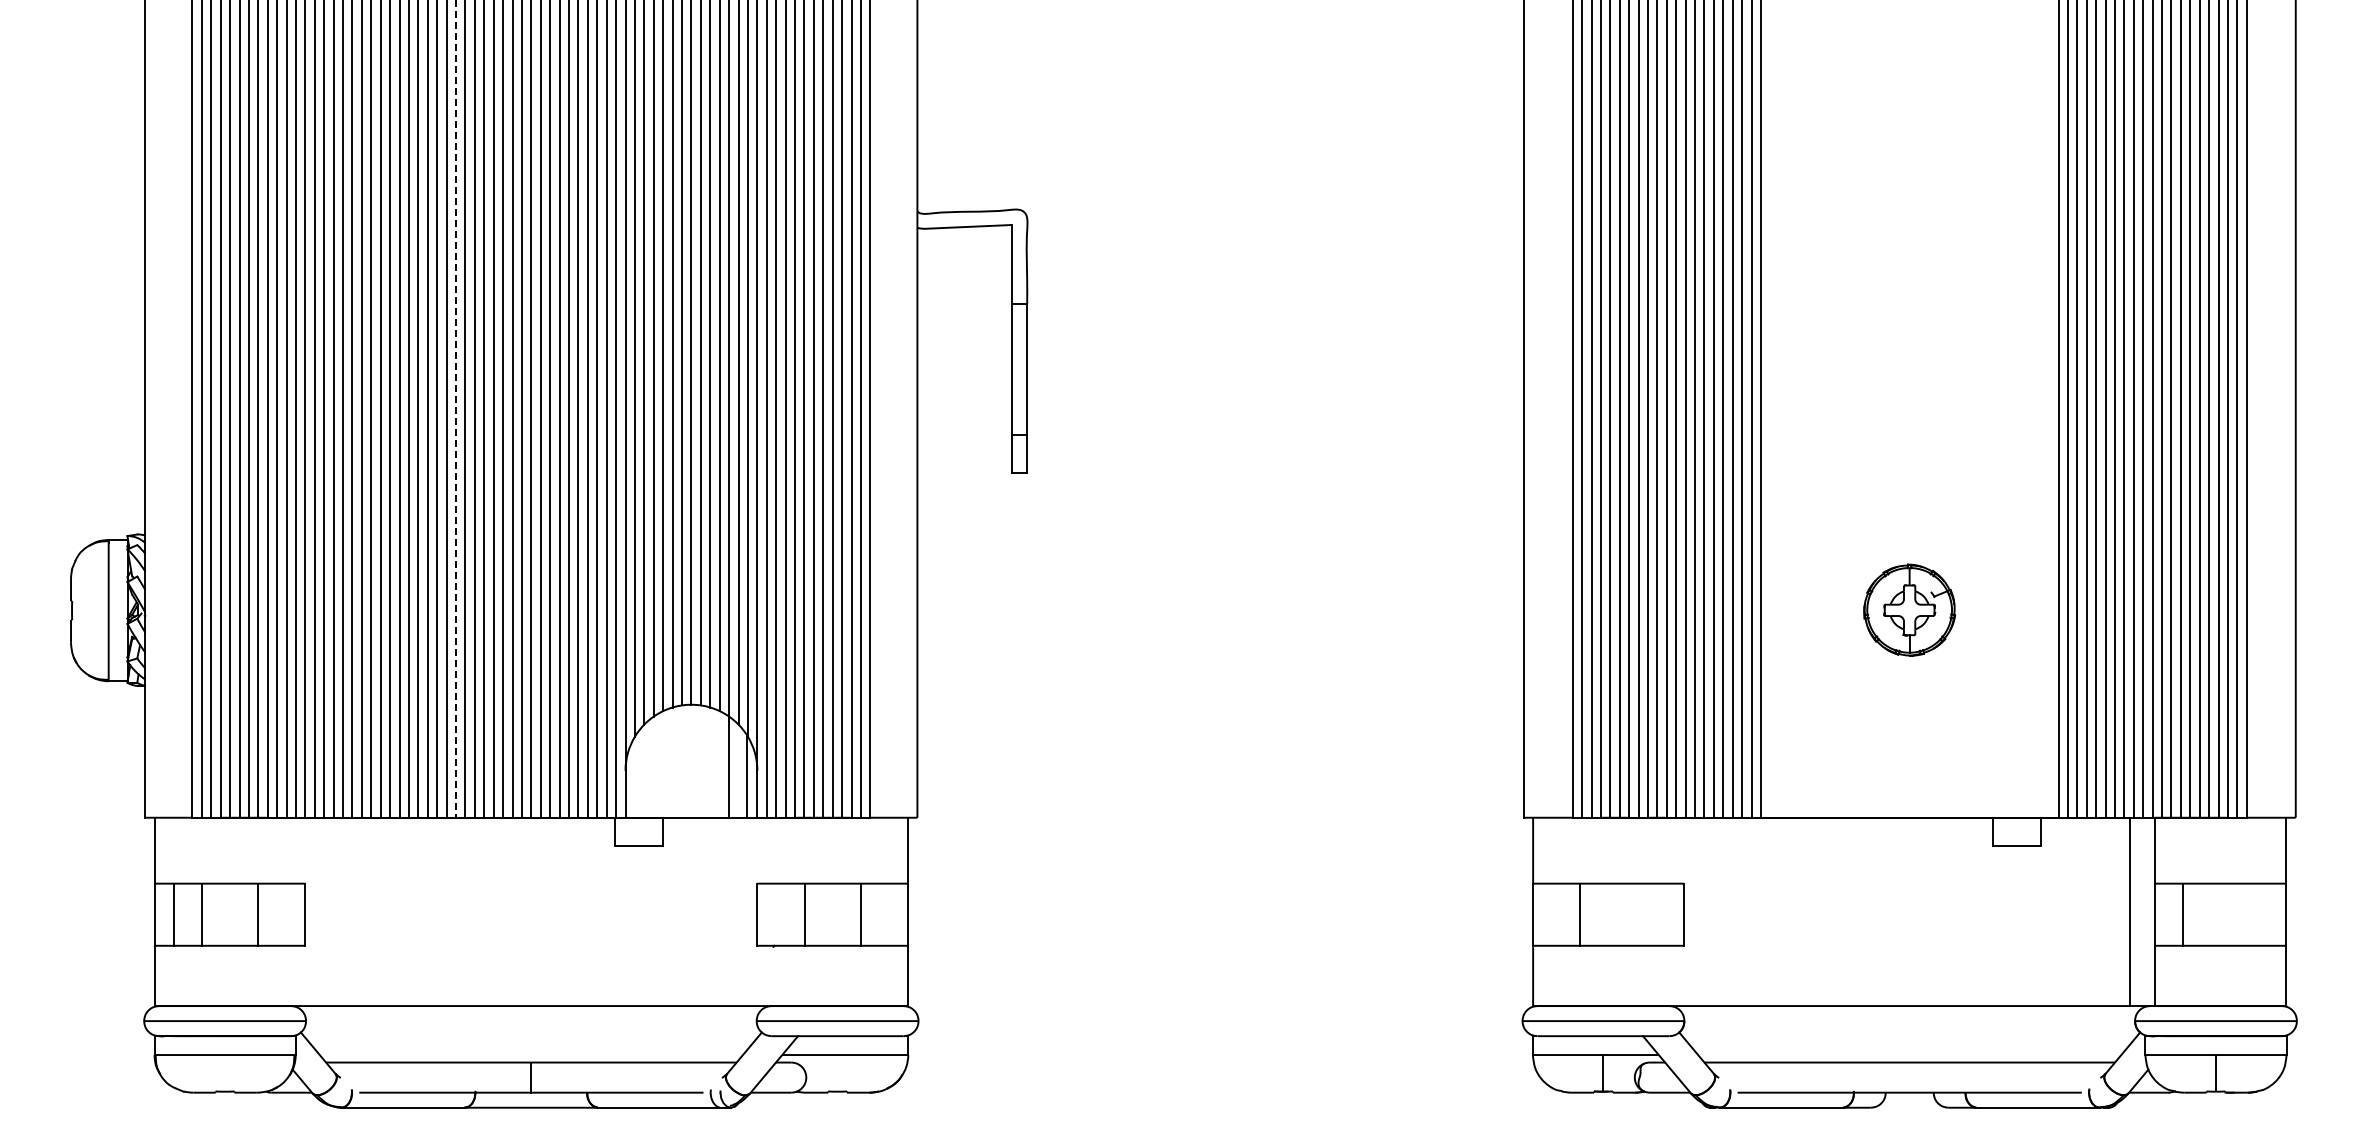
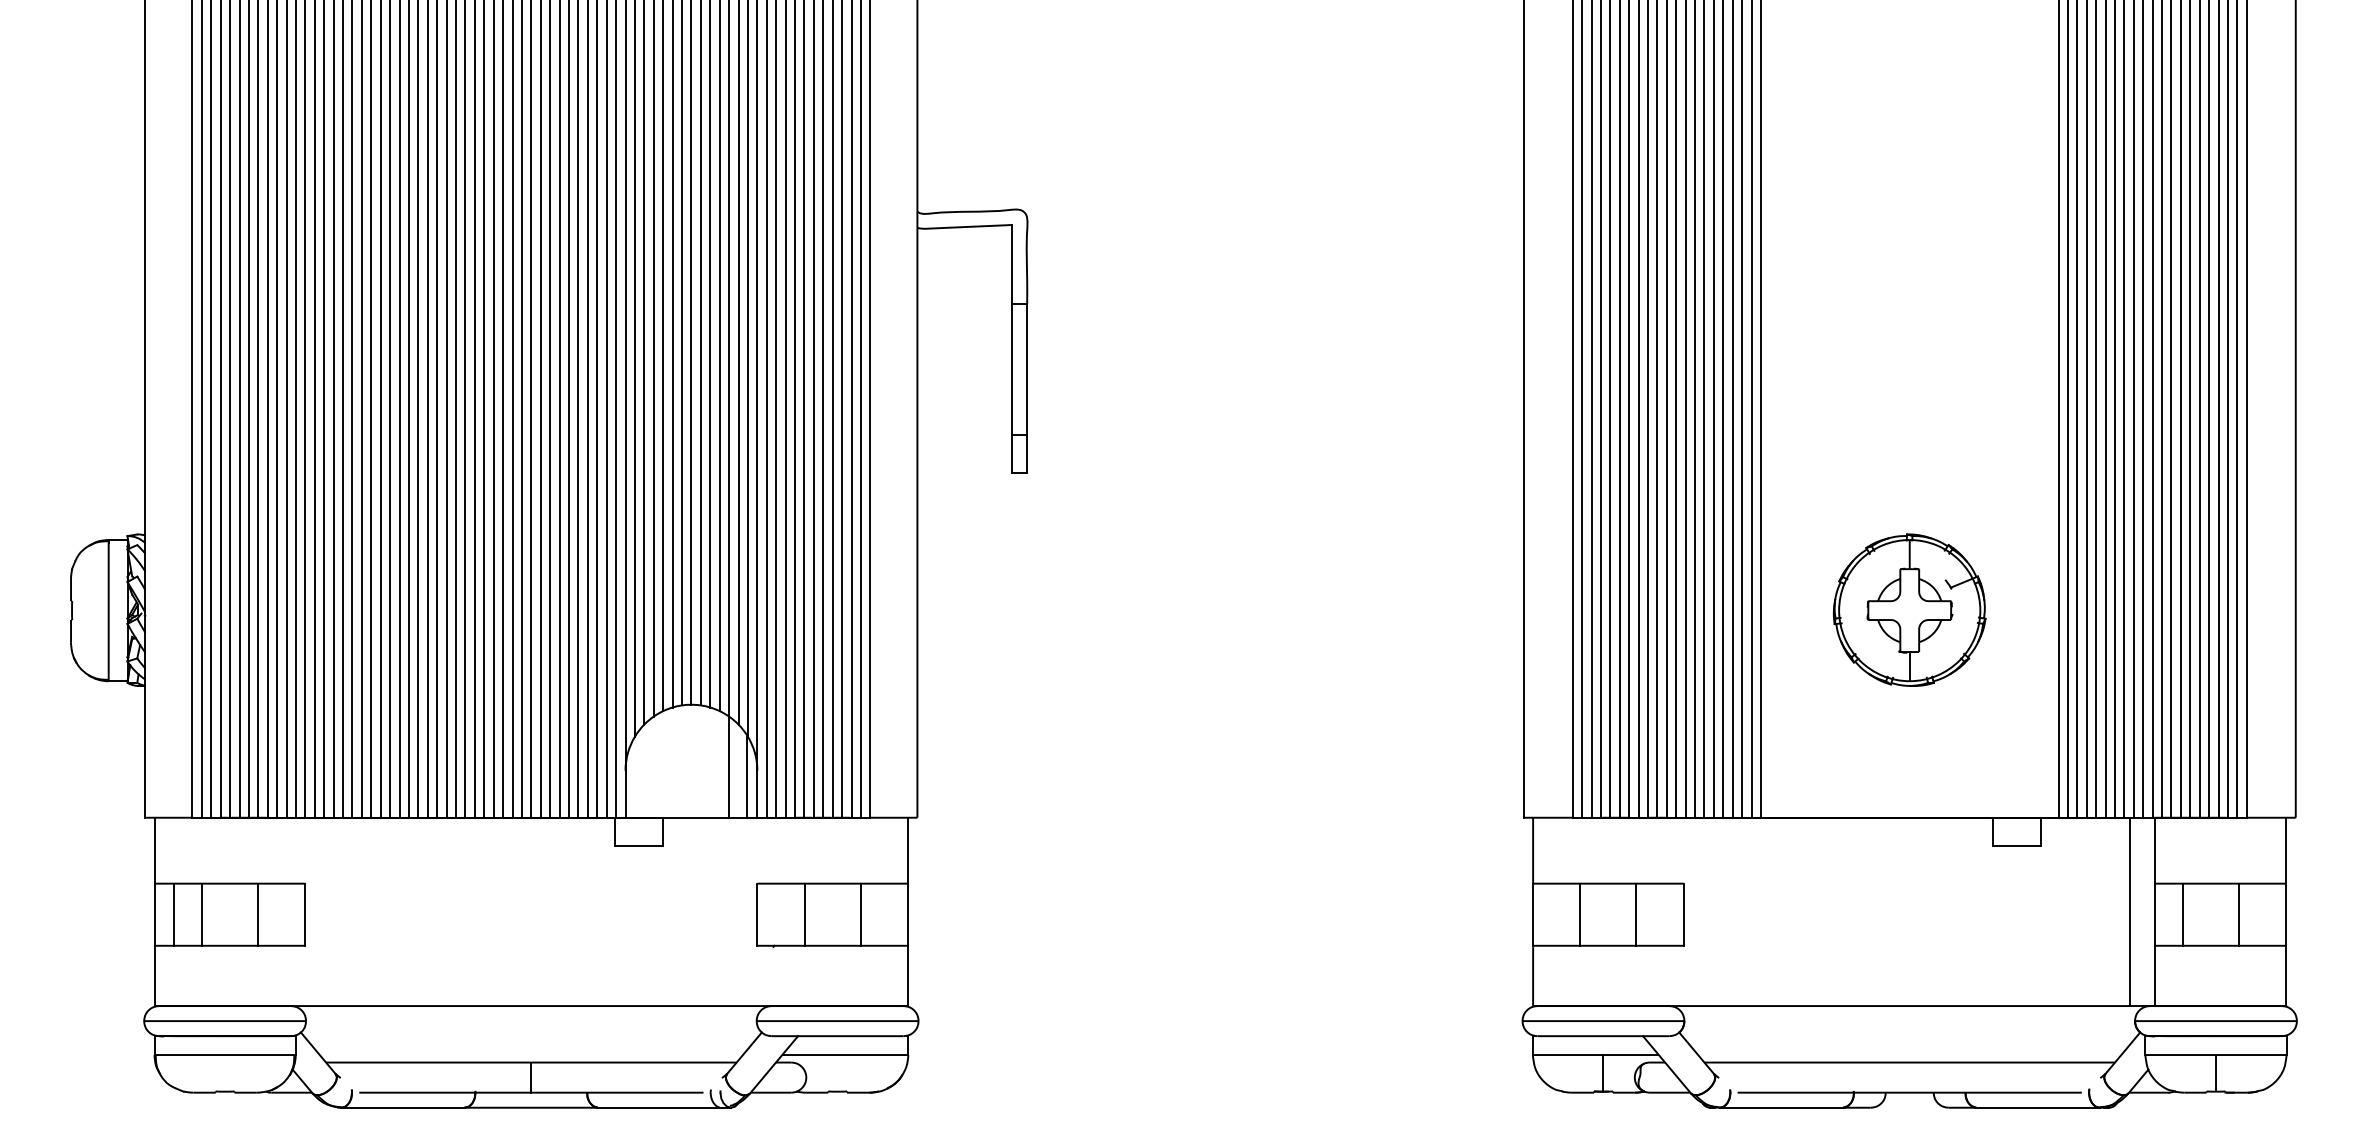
line at (456, 409): dashed -> solid
part at (1909, 609) size: 94x94 px -> 155x154 px
line at (1636, 914): none -> present
line at (2238, 914): none -> present
